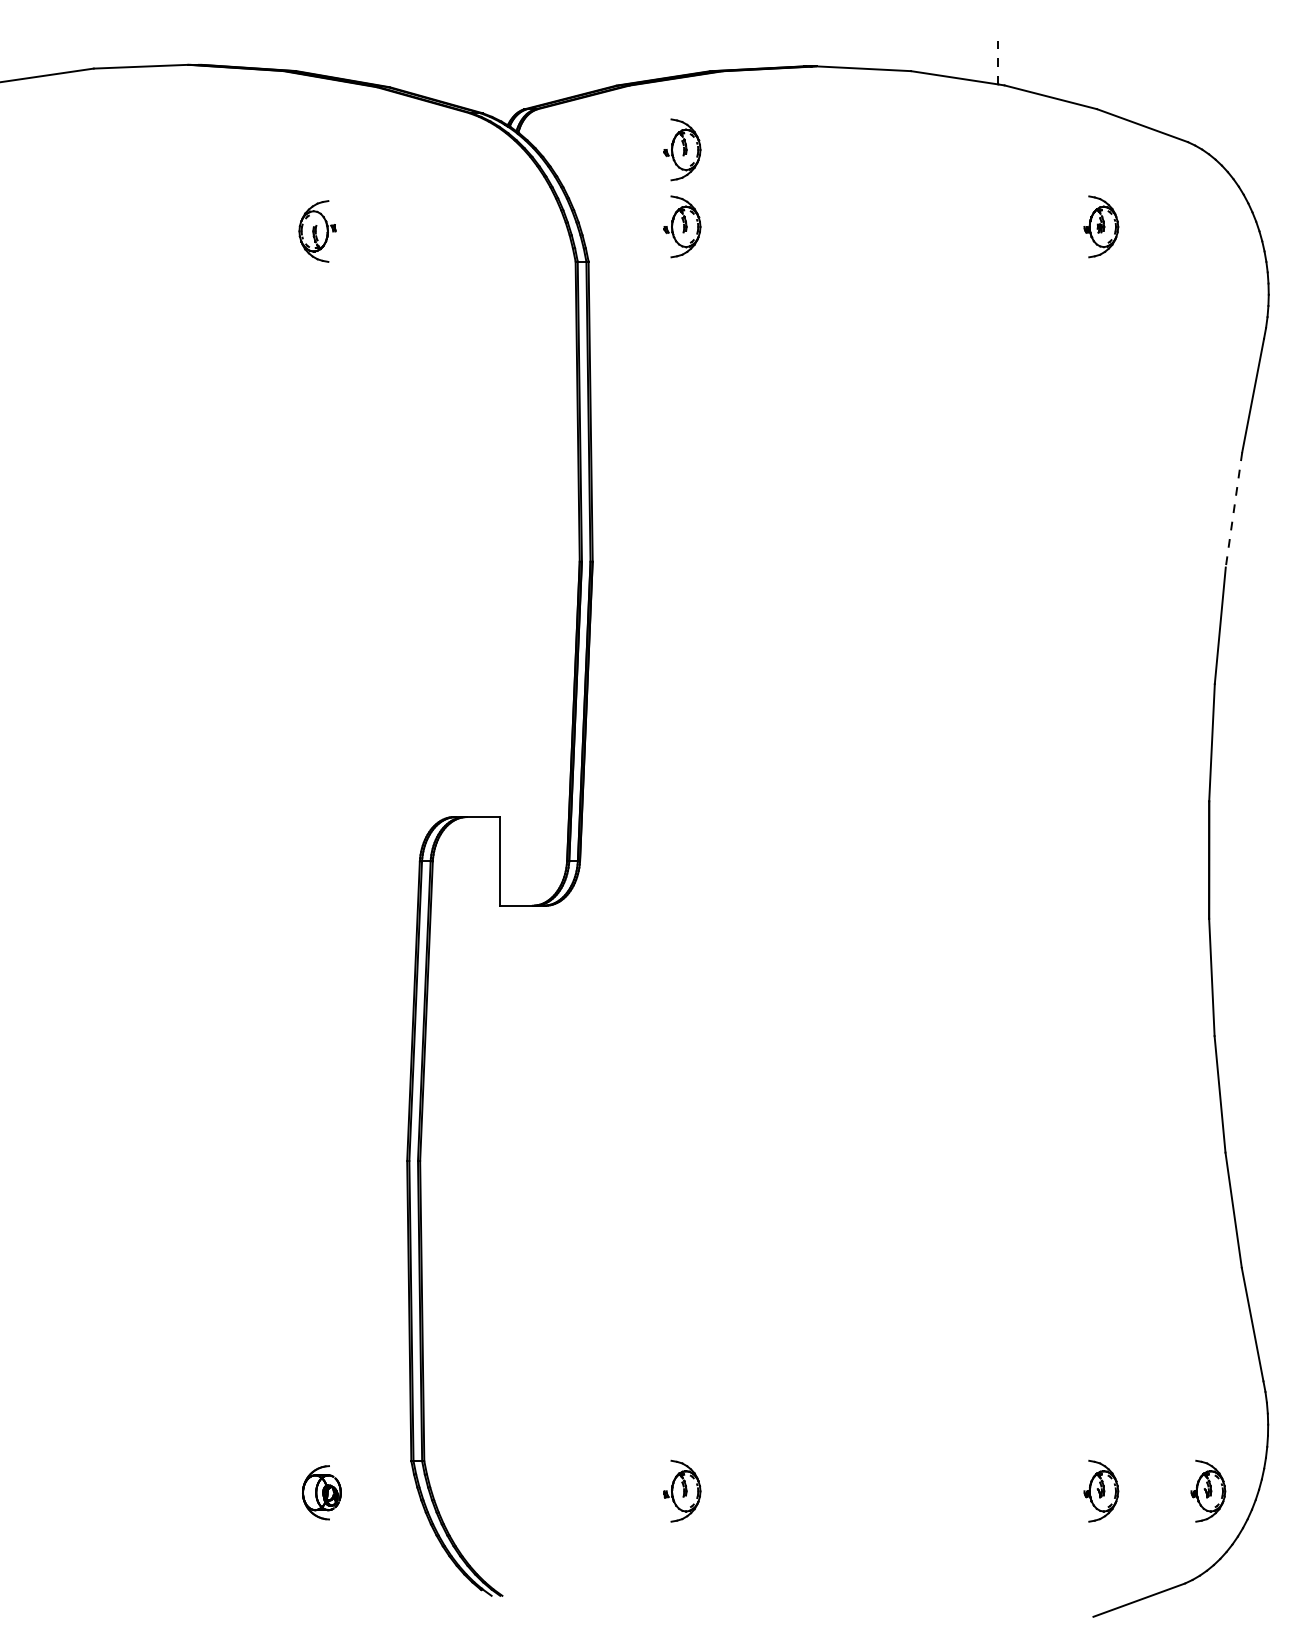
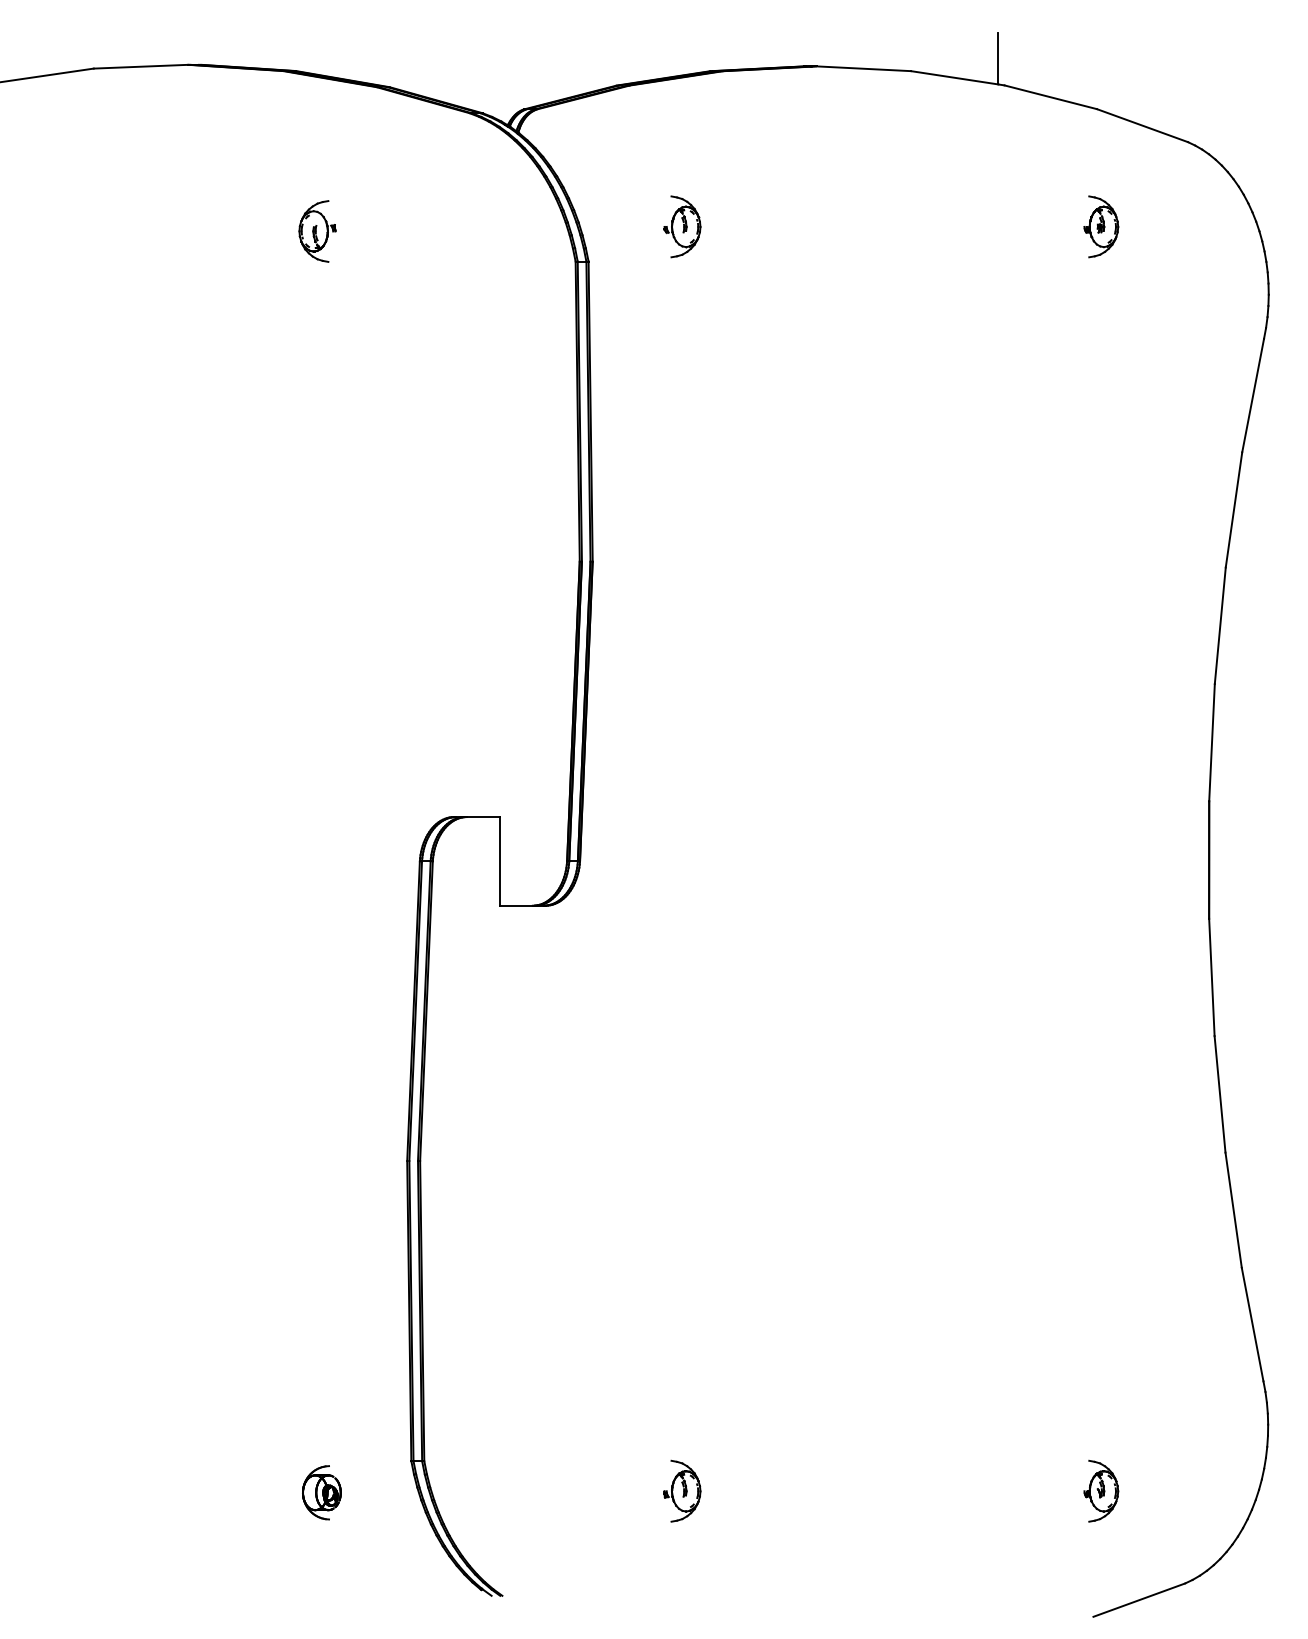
line at (998, 58): dashed -> solid
part at (682, 149): present -> none
line at (1233, 510): dashed -> solid
part at (1208, 1490): present -> none
